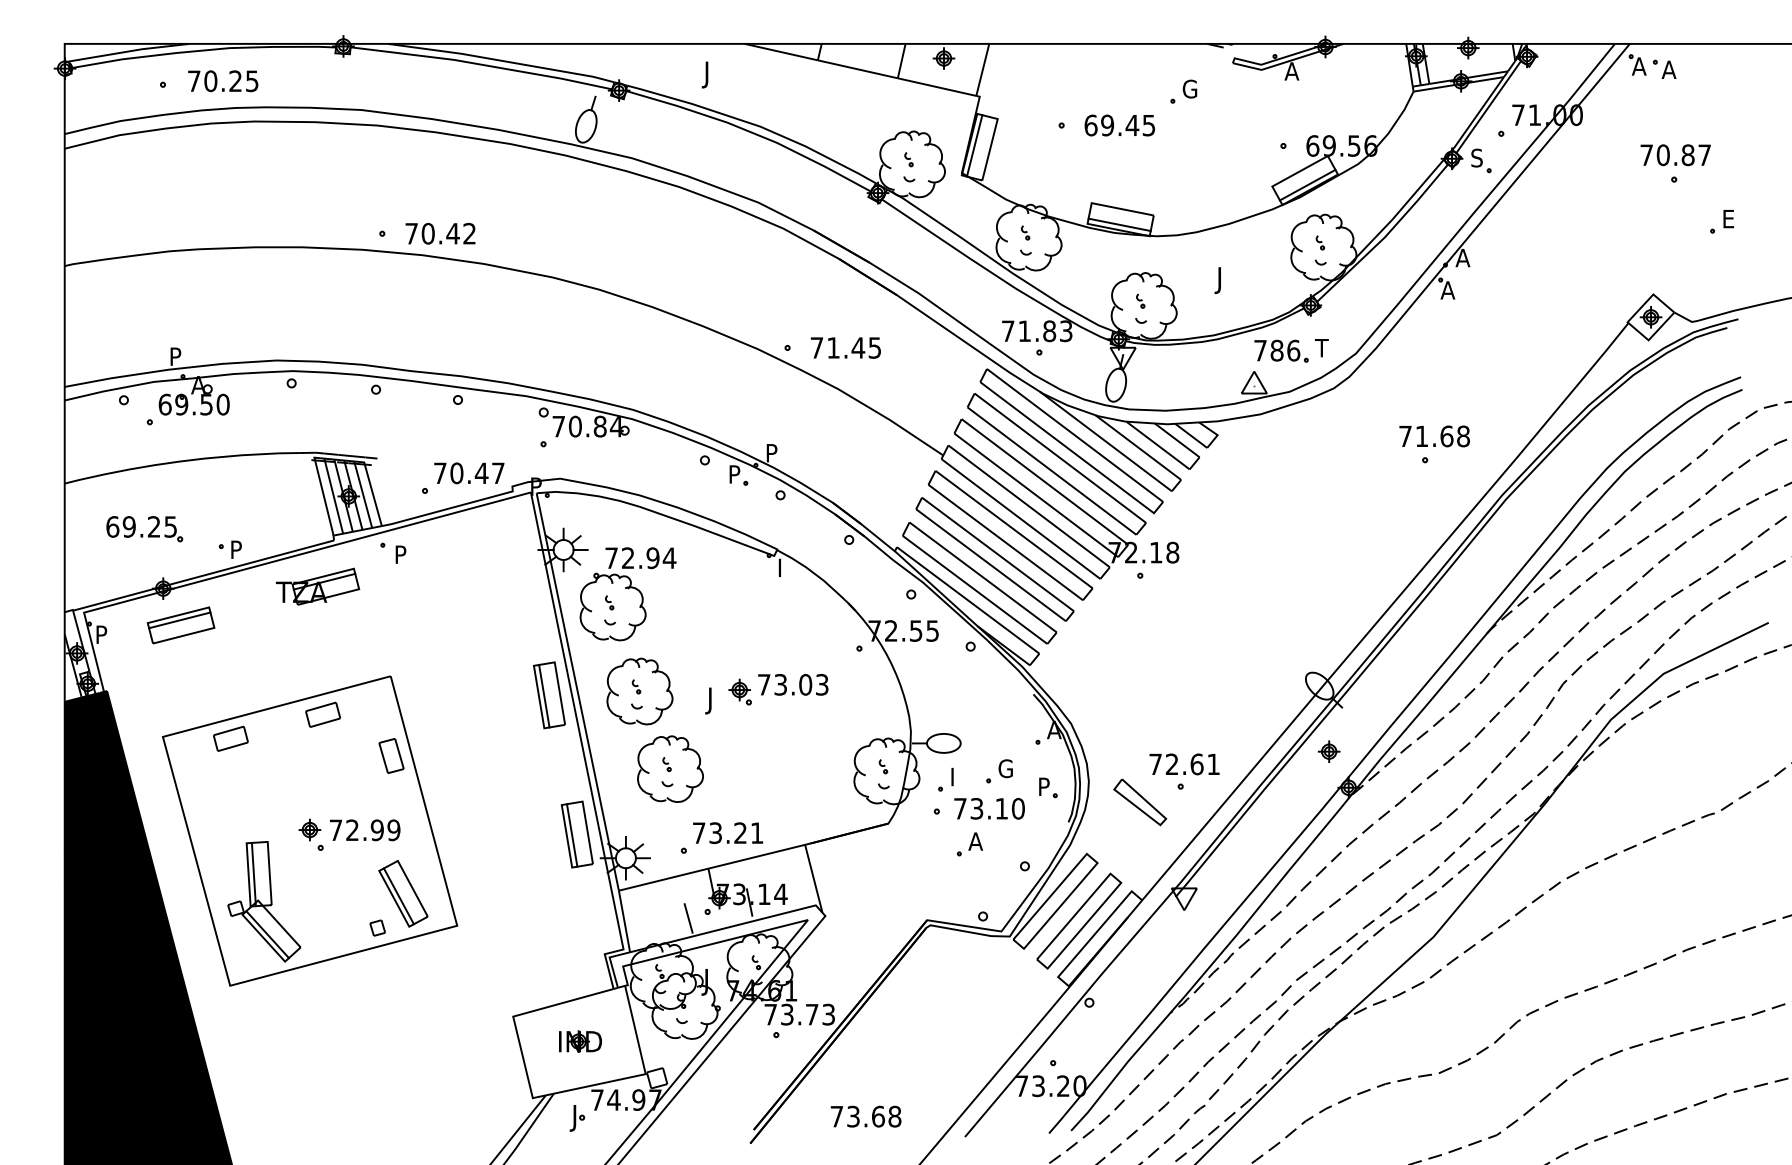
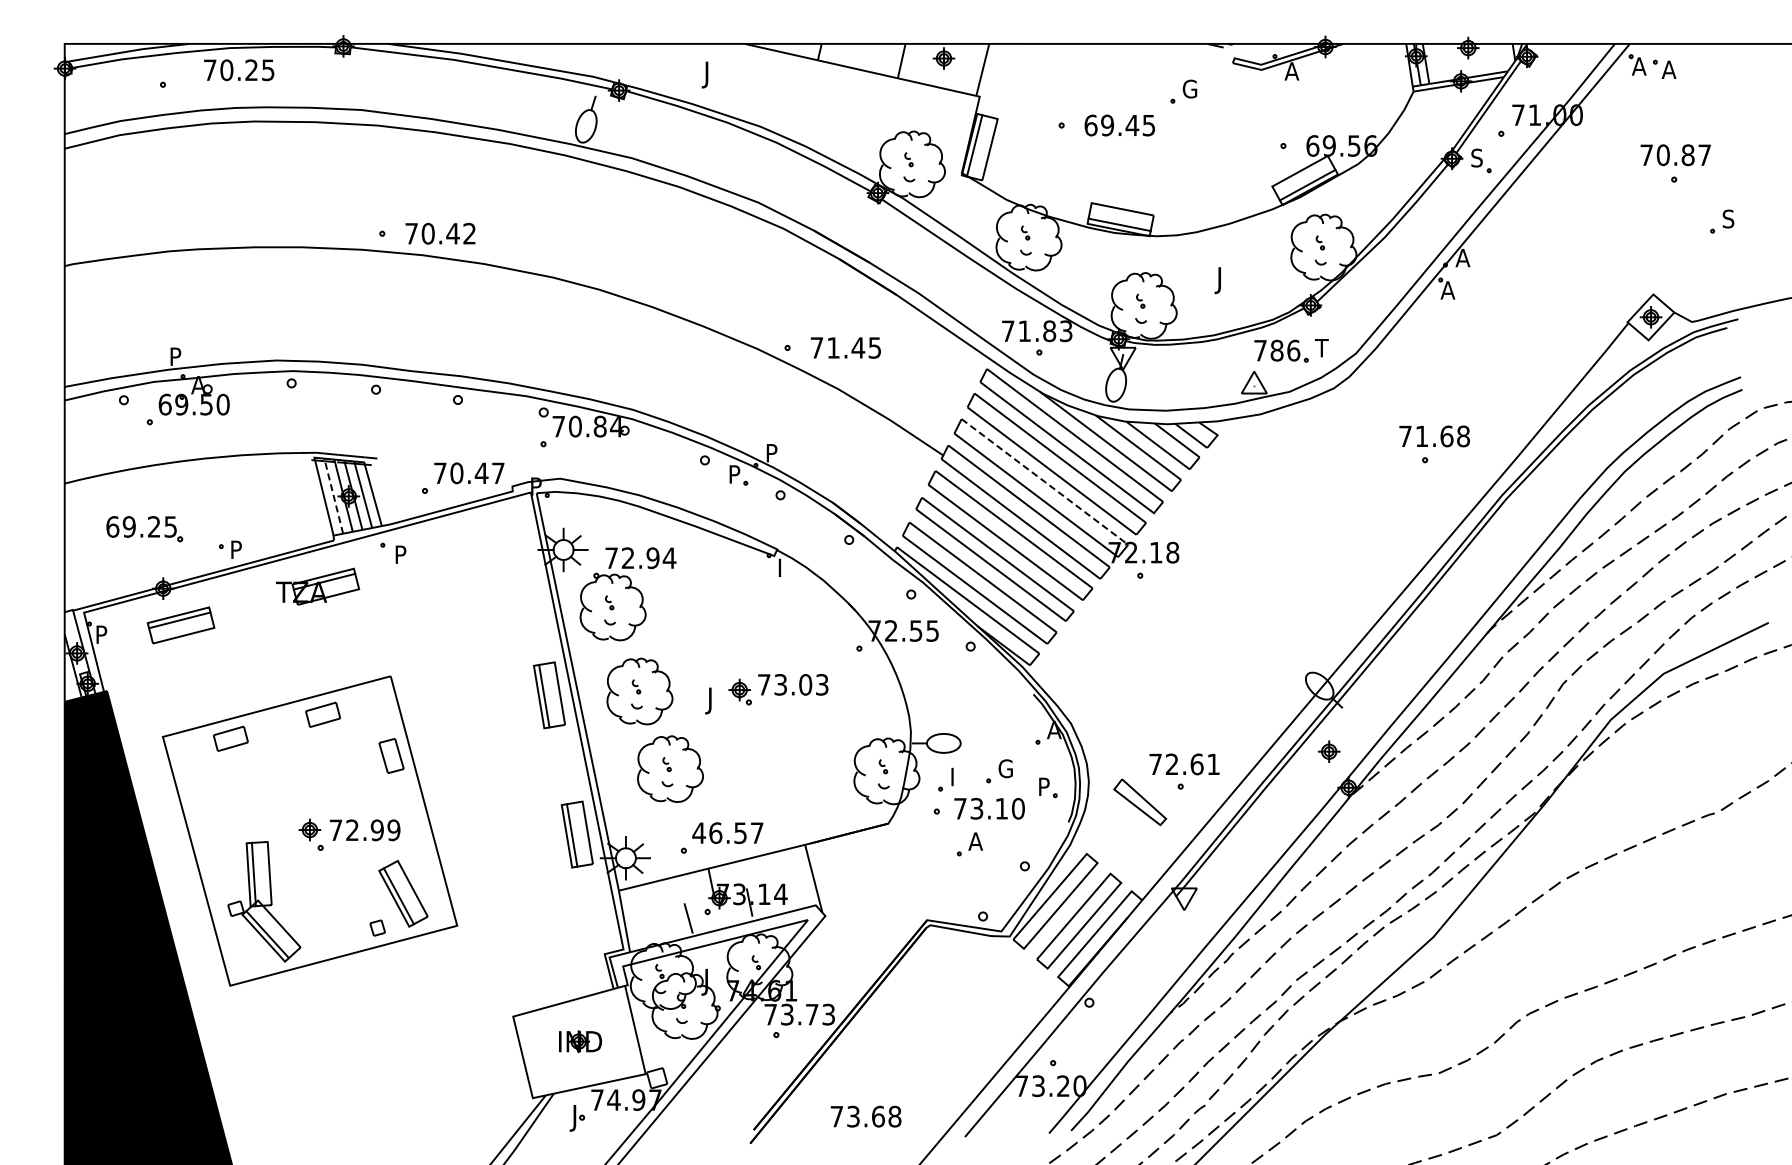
text at (223, 81) position: (223, 81) -> (239, 70)
text at (1728, 218): E -> S
line at (1044, 481): solid -> dashed
line at (333, 496): solid -> dashed
text at (727, 833): 73.21 -> 46.57
